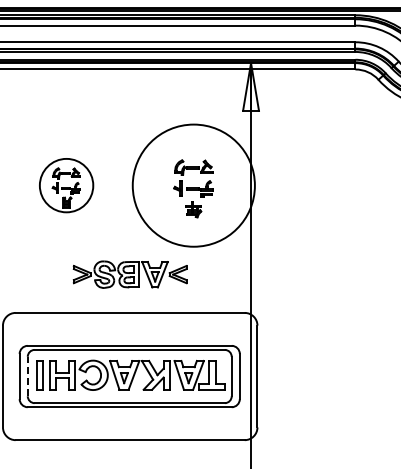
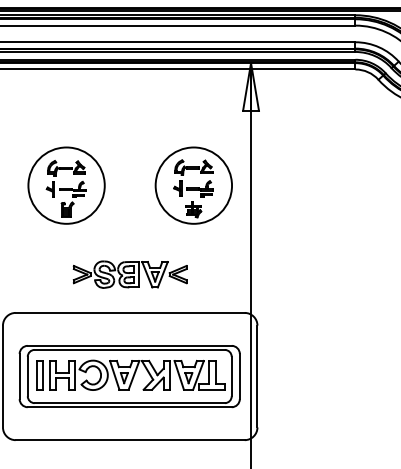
part at (66, 185) size: 56x56 px -> 79x79 px
circle at (193, 185) diameter: 122 px -> 76 px
line at (27, 376): dashed -> solid
